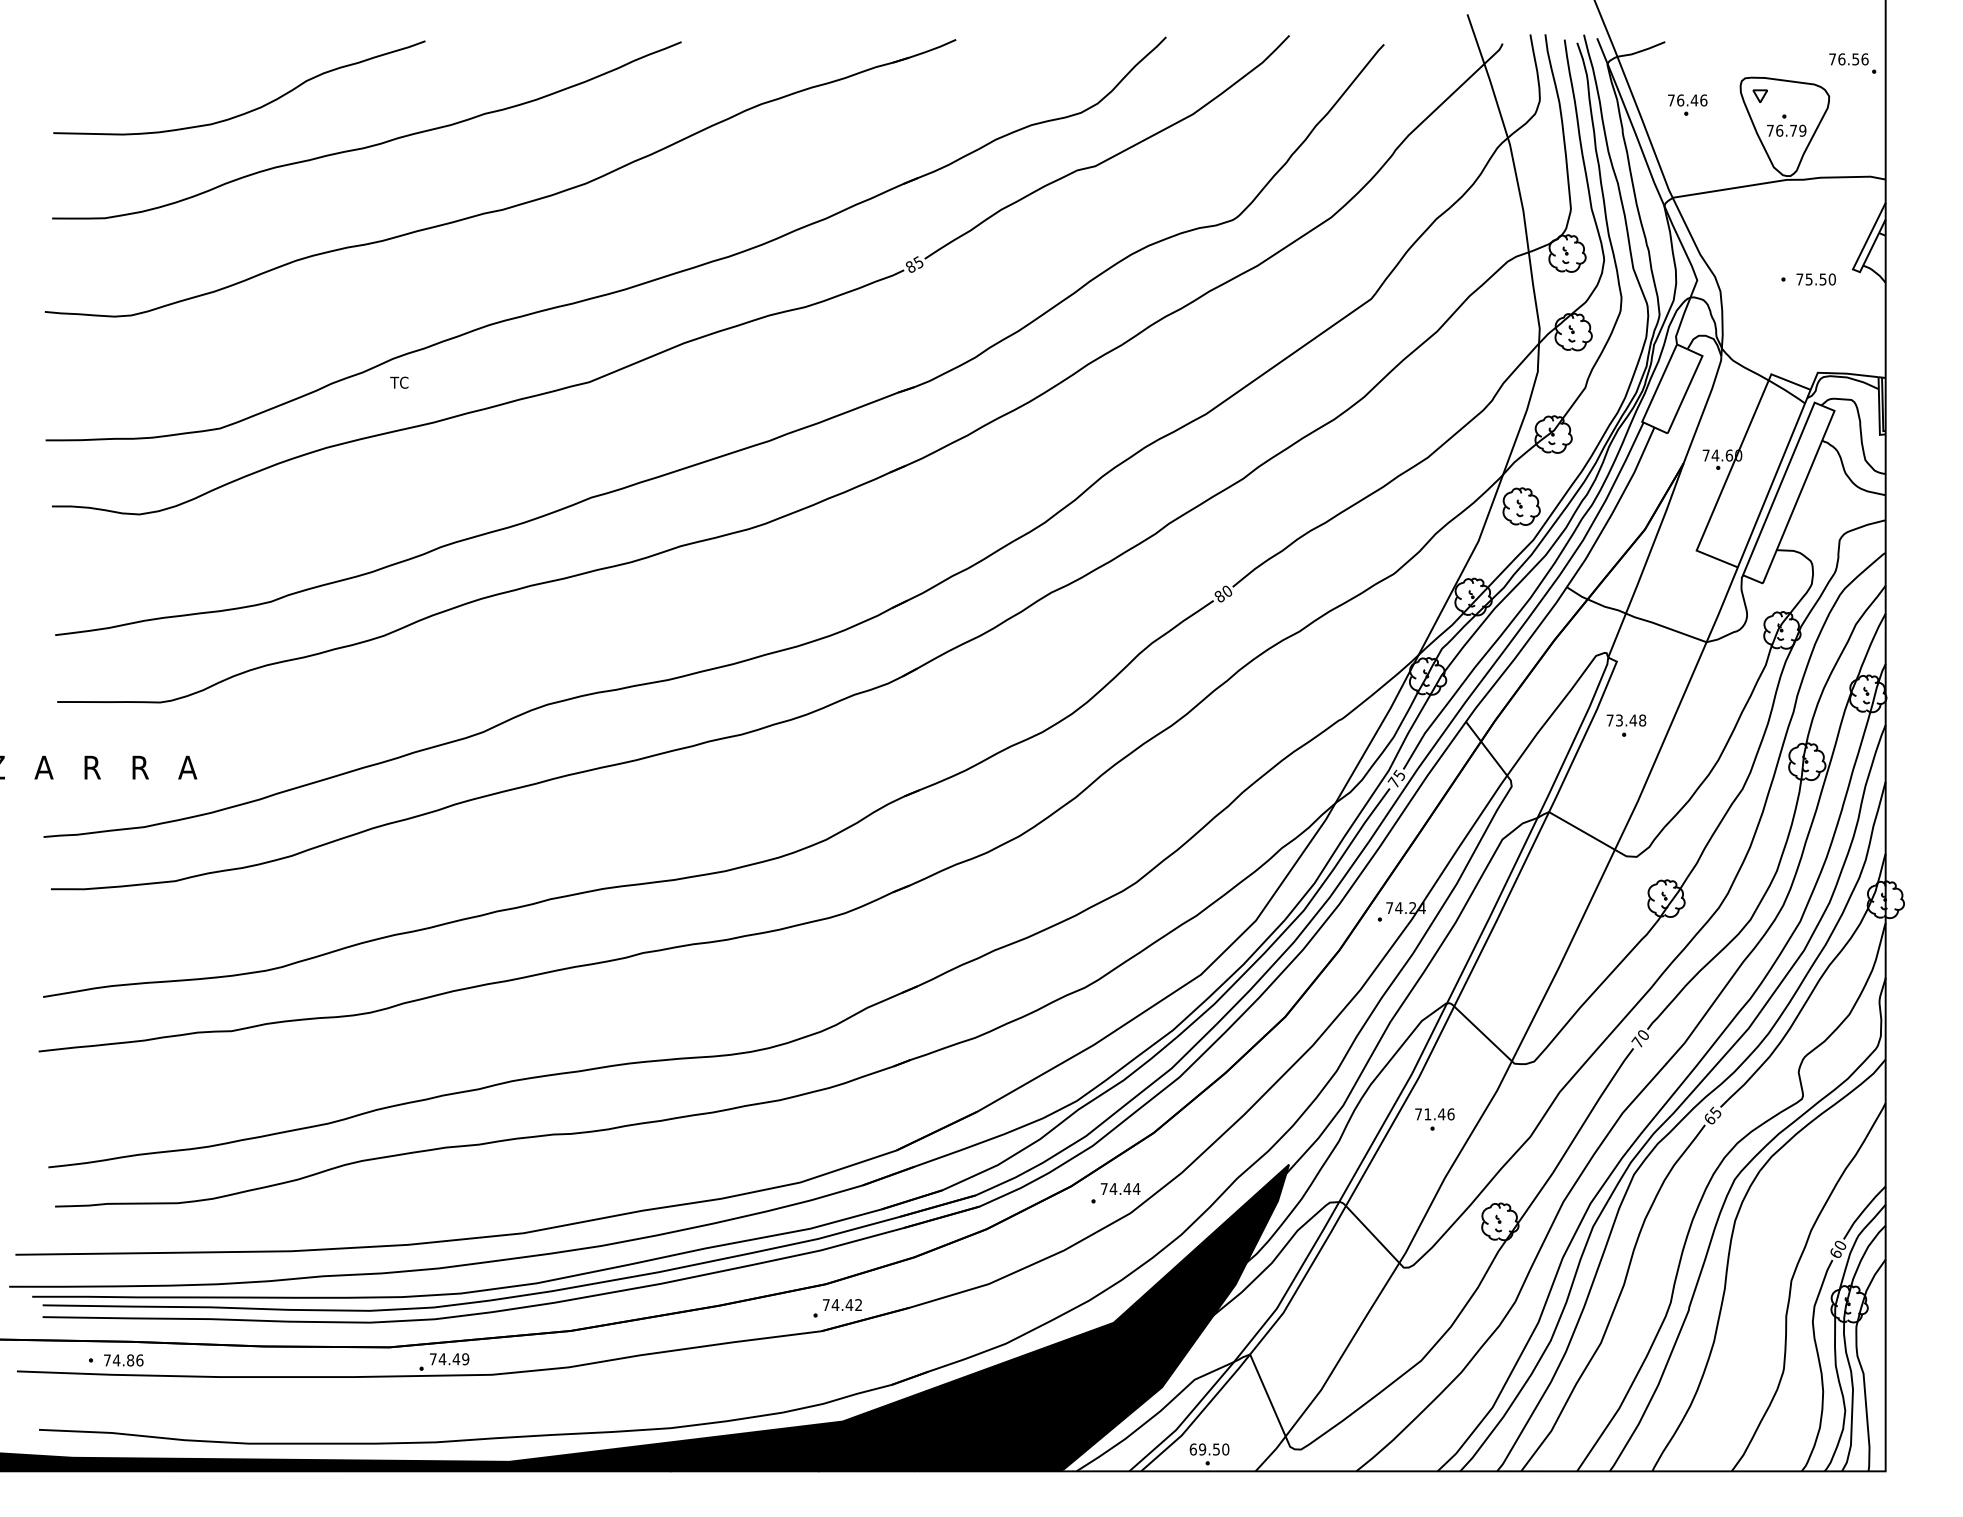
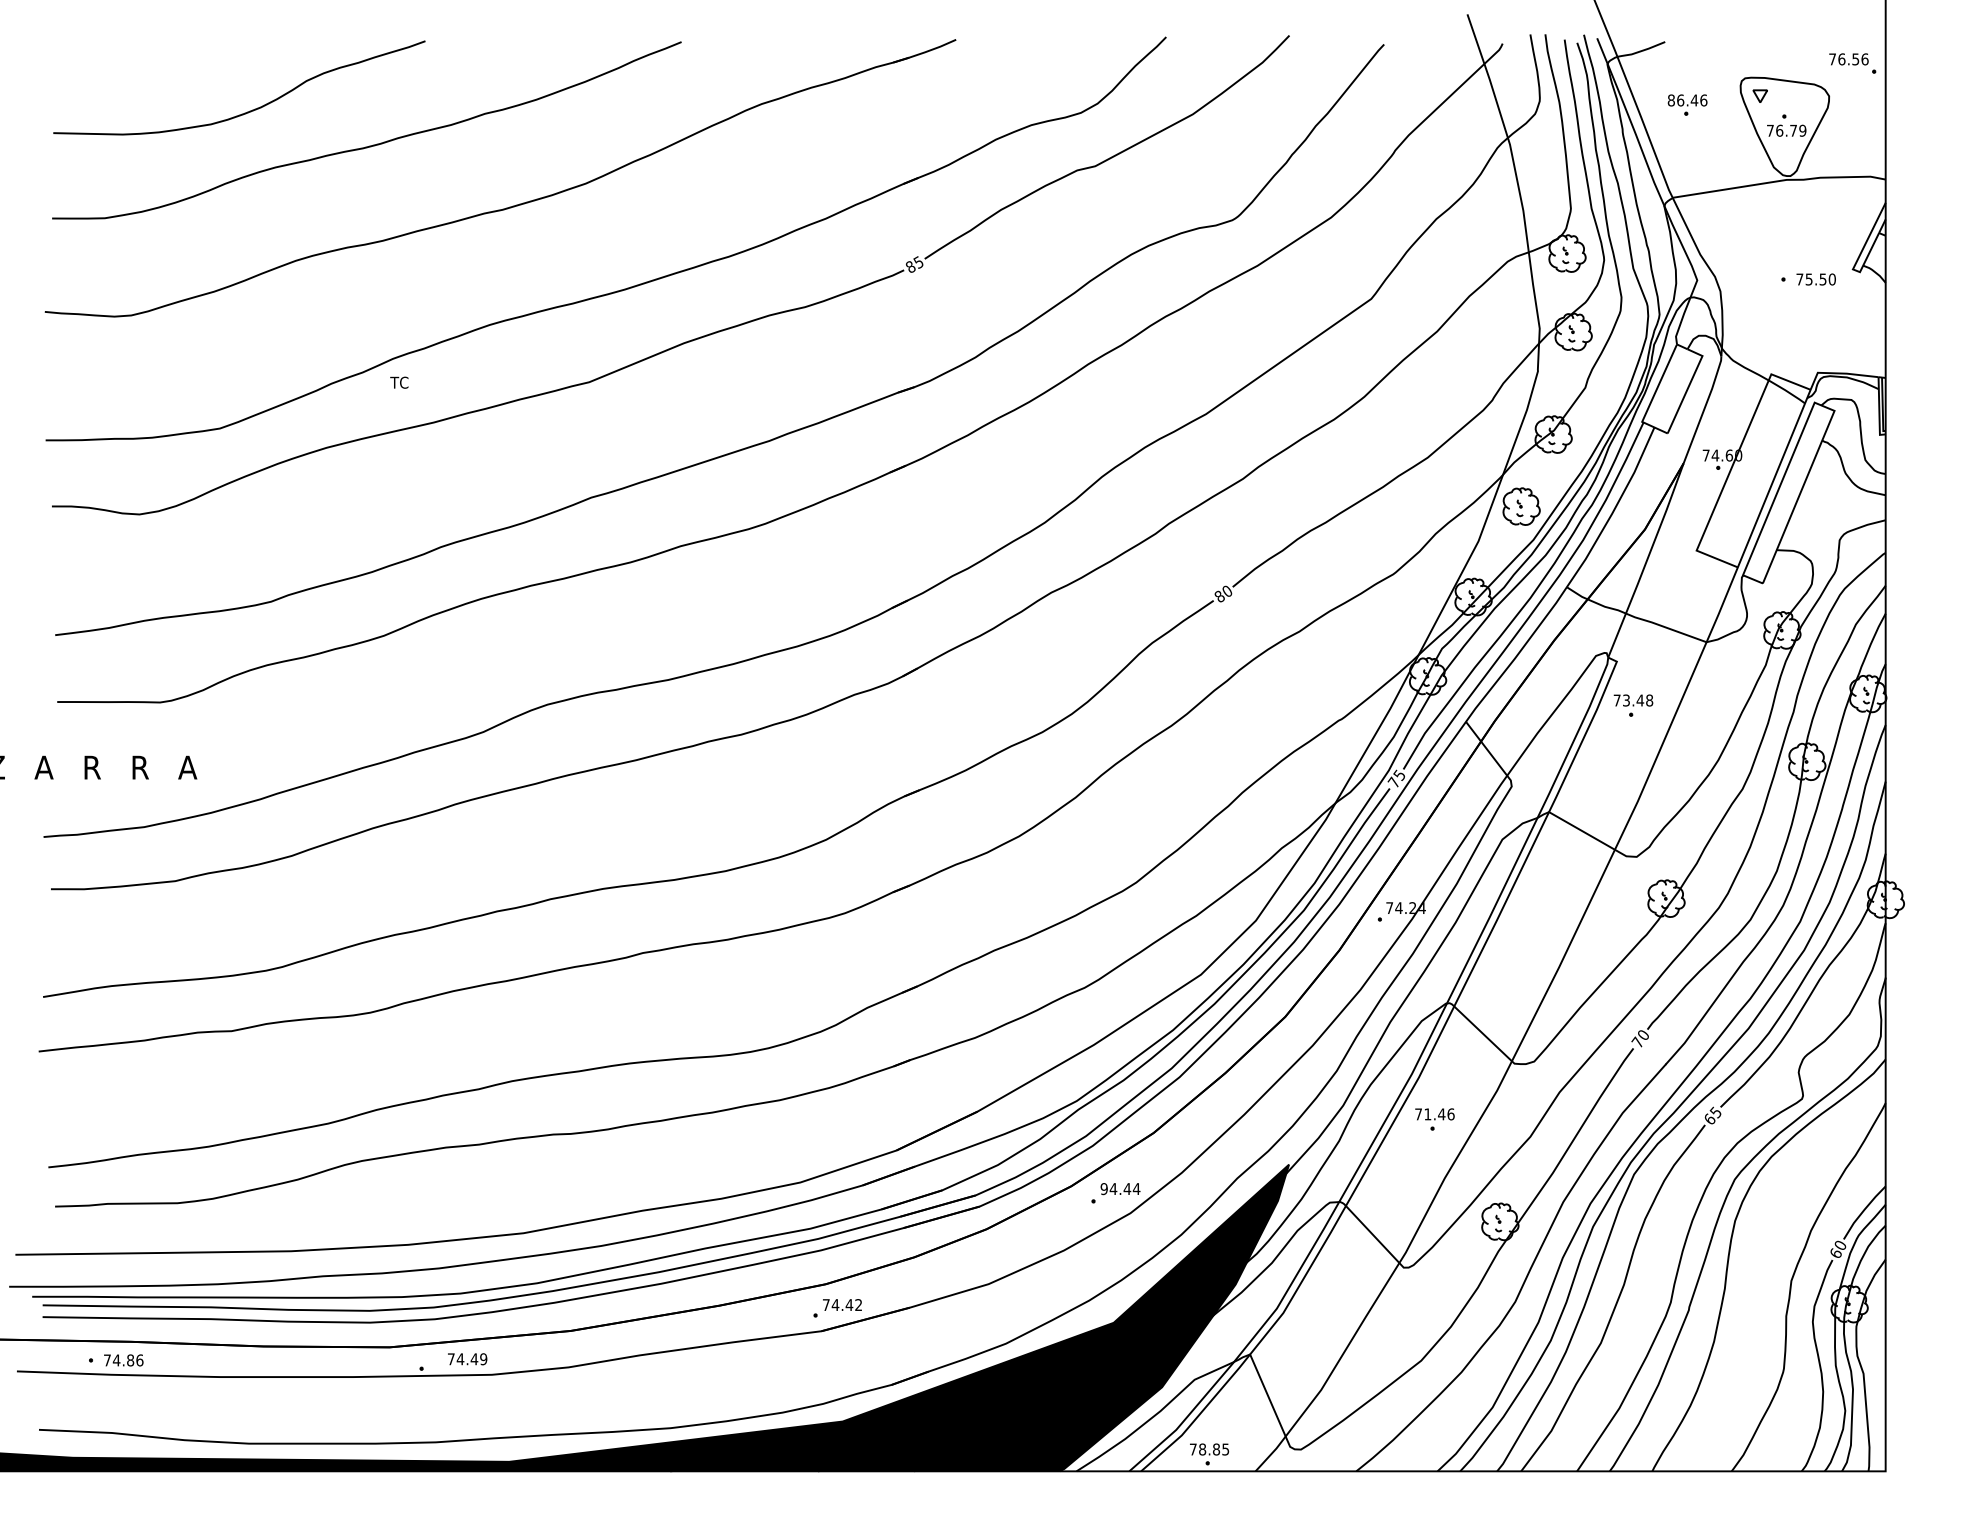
text at (1670, 100): 76.46 -> 86.46
part at (1626, 725) position: (1626, 725) -> (1633, 705)
text at (1103, 1189): 74.44 -> 94.44
text at (449, 1359) position: (449, 1359) -> (467, 1359)
text at (1209, 1449): 69.50 -> 78.85
